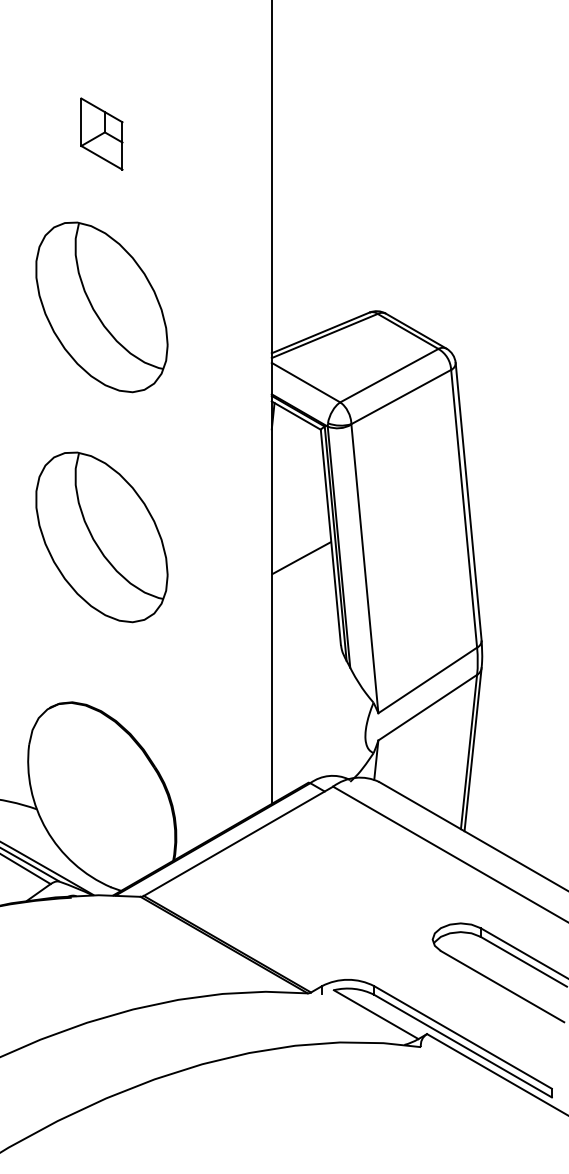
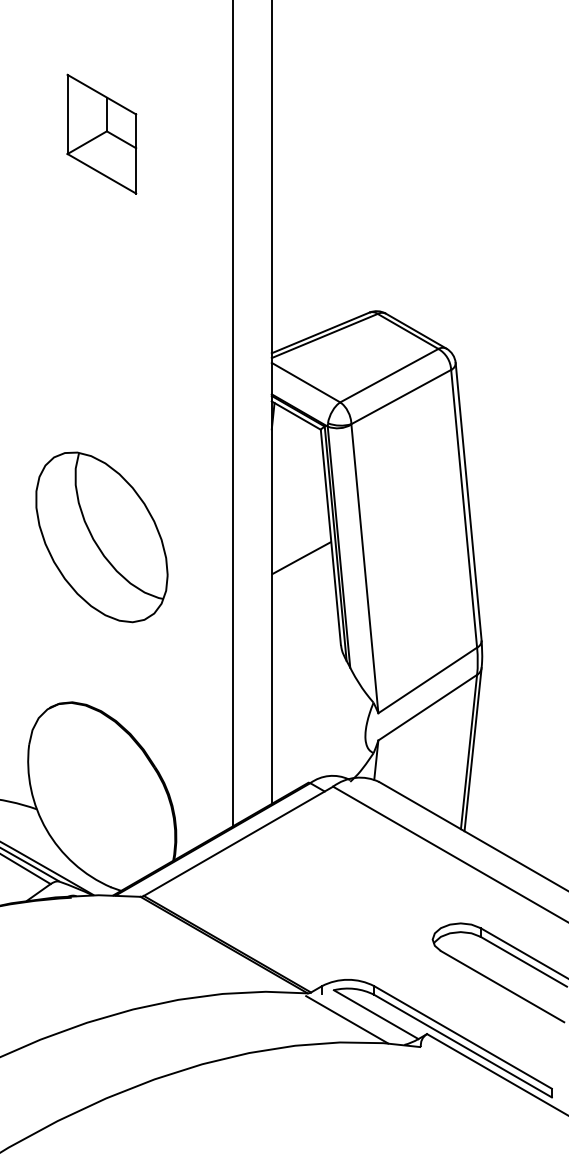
part at (101, 133) size: 44x74 px -> 72x122 px
part at (101, 307): present -> none
line at (232, 414): none -> present
line at (347, 1019): none -> present
